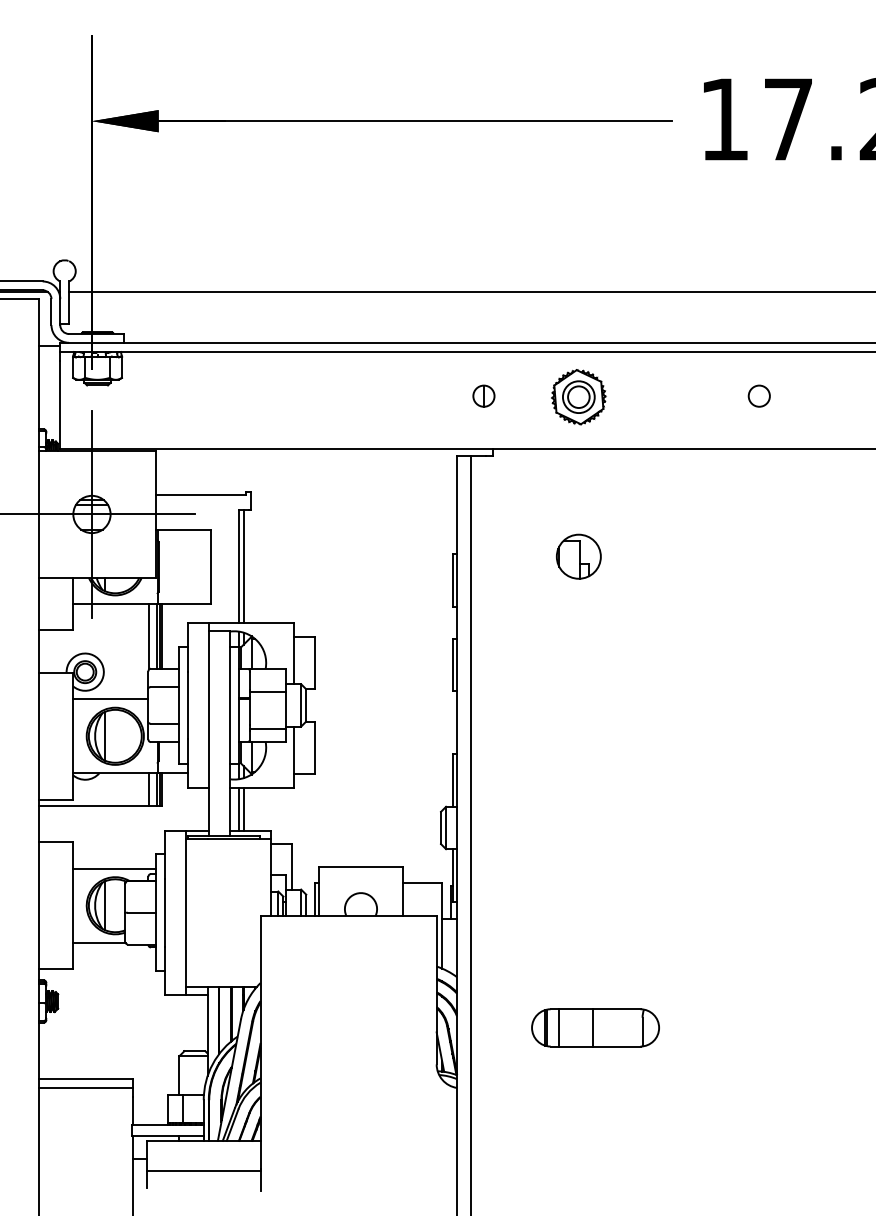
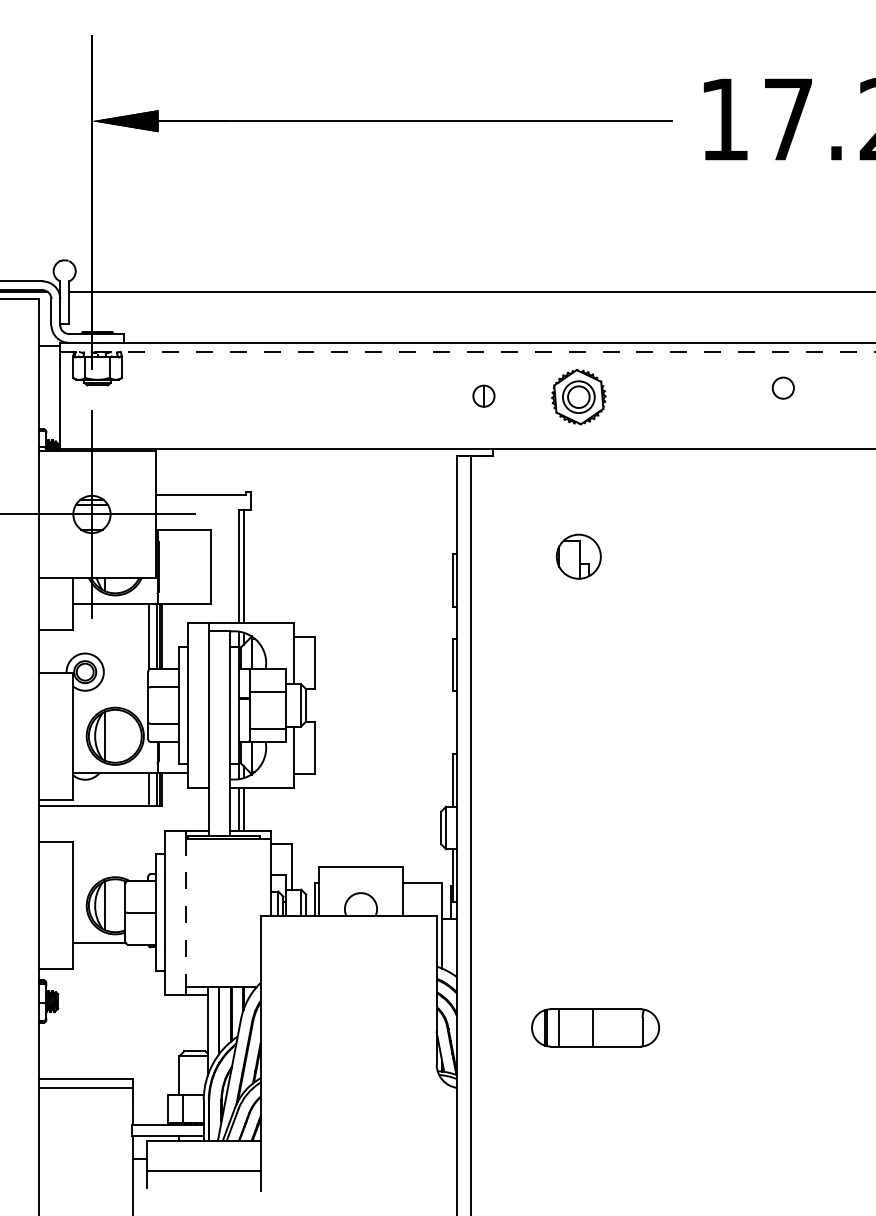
line at (468, 352): solid -> dashed
circle at (758, 395) position: (758, 395) -> (782, 387)
line at (110, 699): present -> none
line at (114, 868): present -> none
line at (186, 913): solid -> dashed
